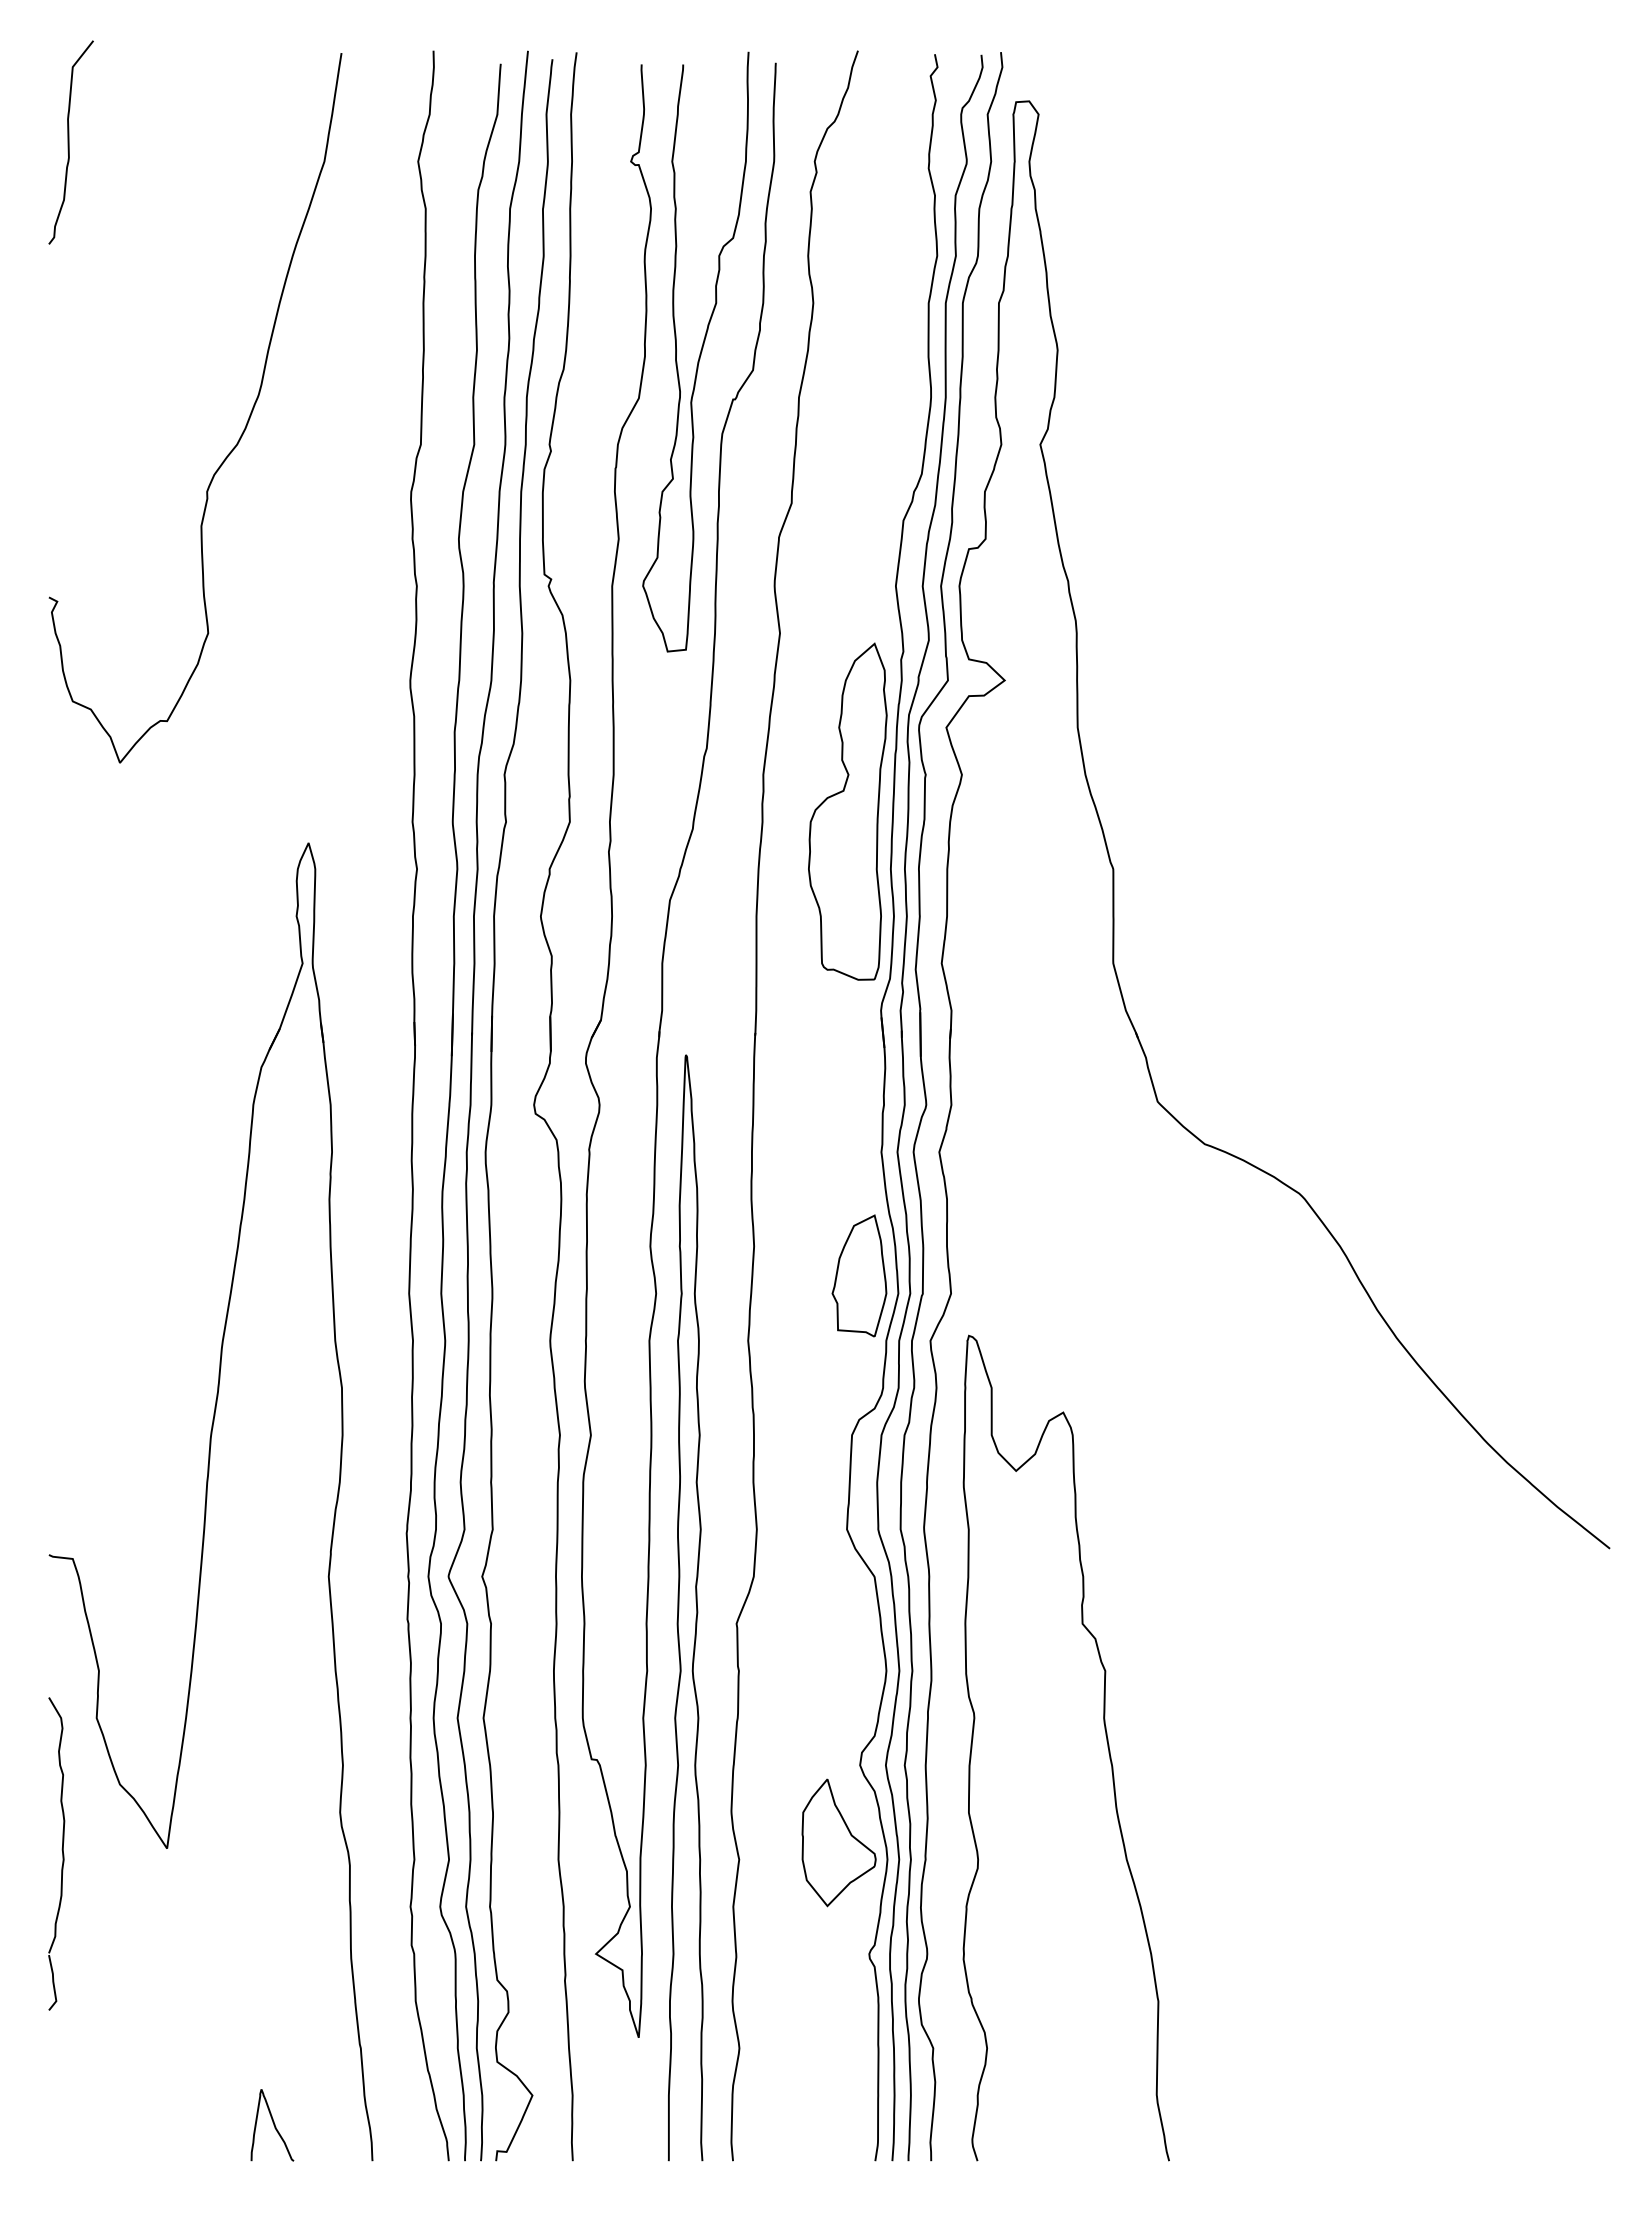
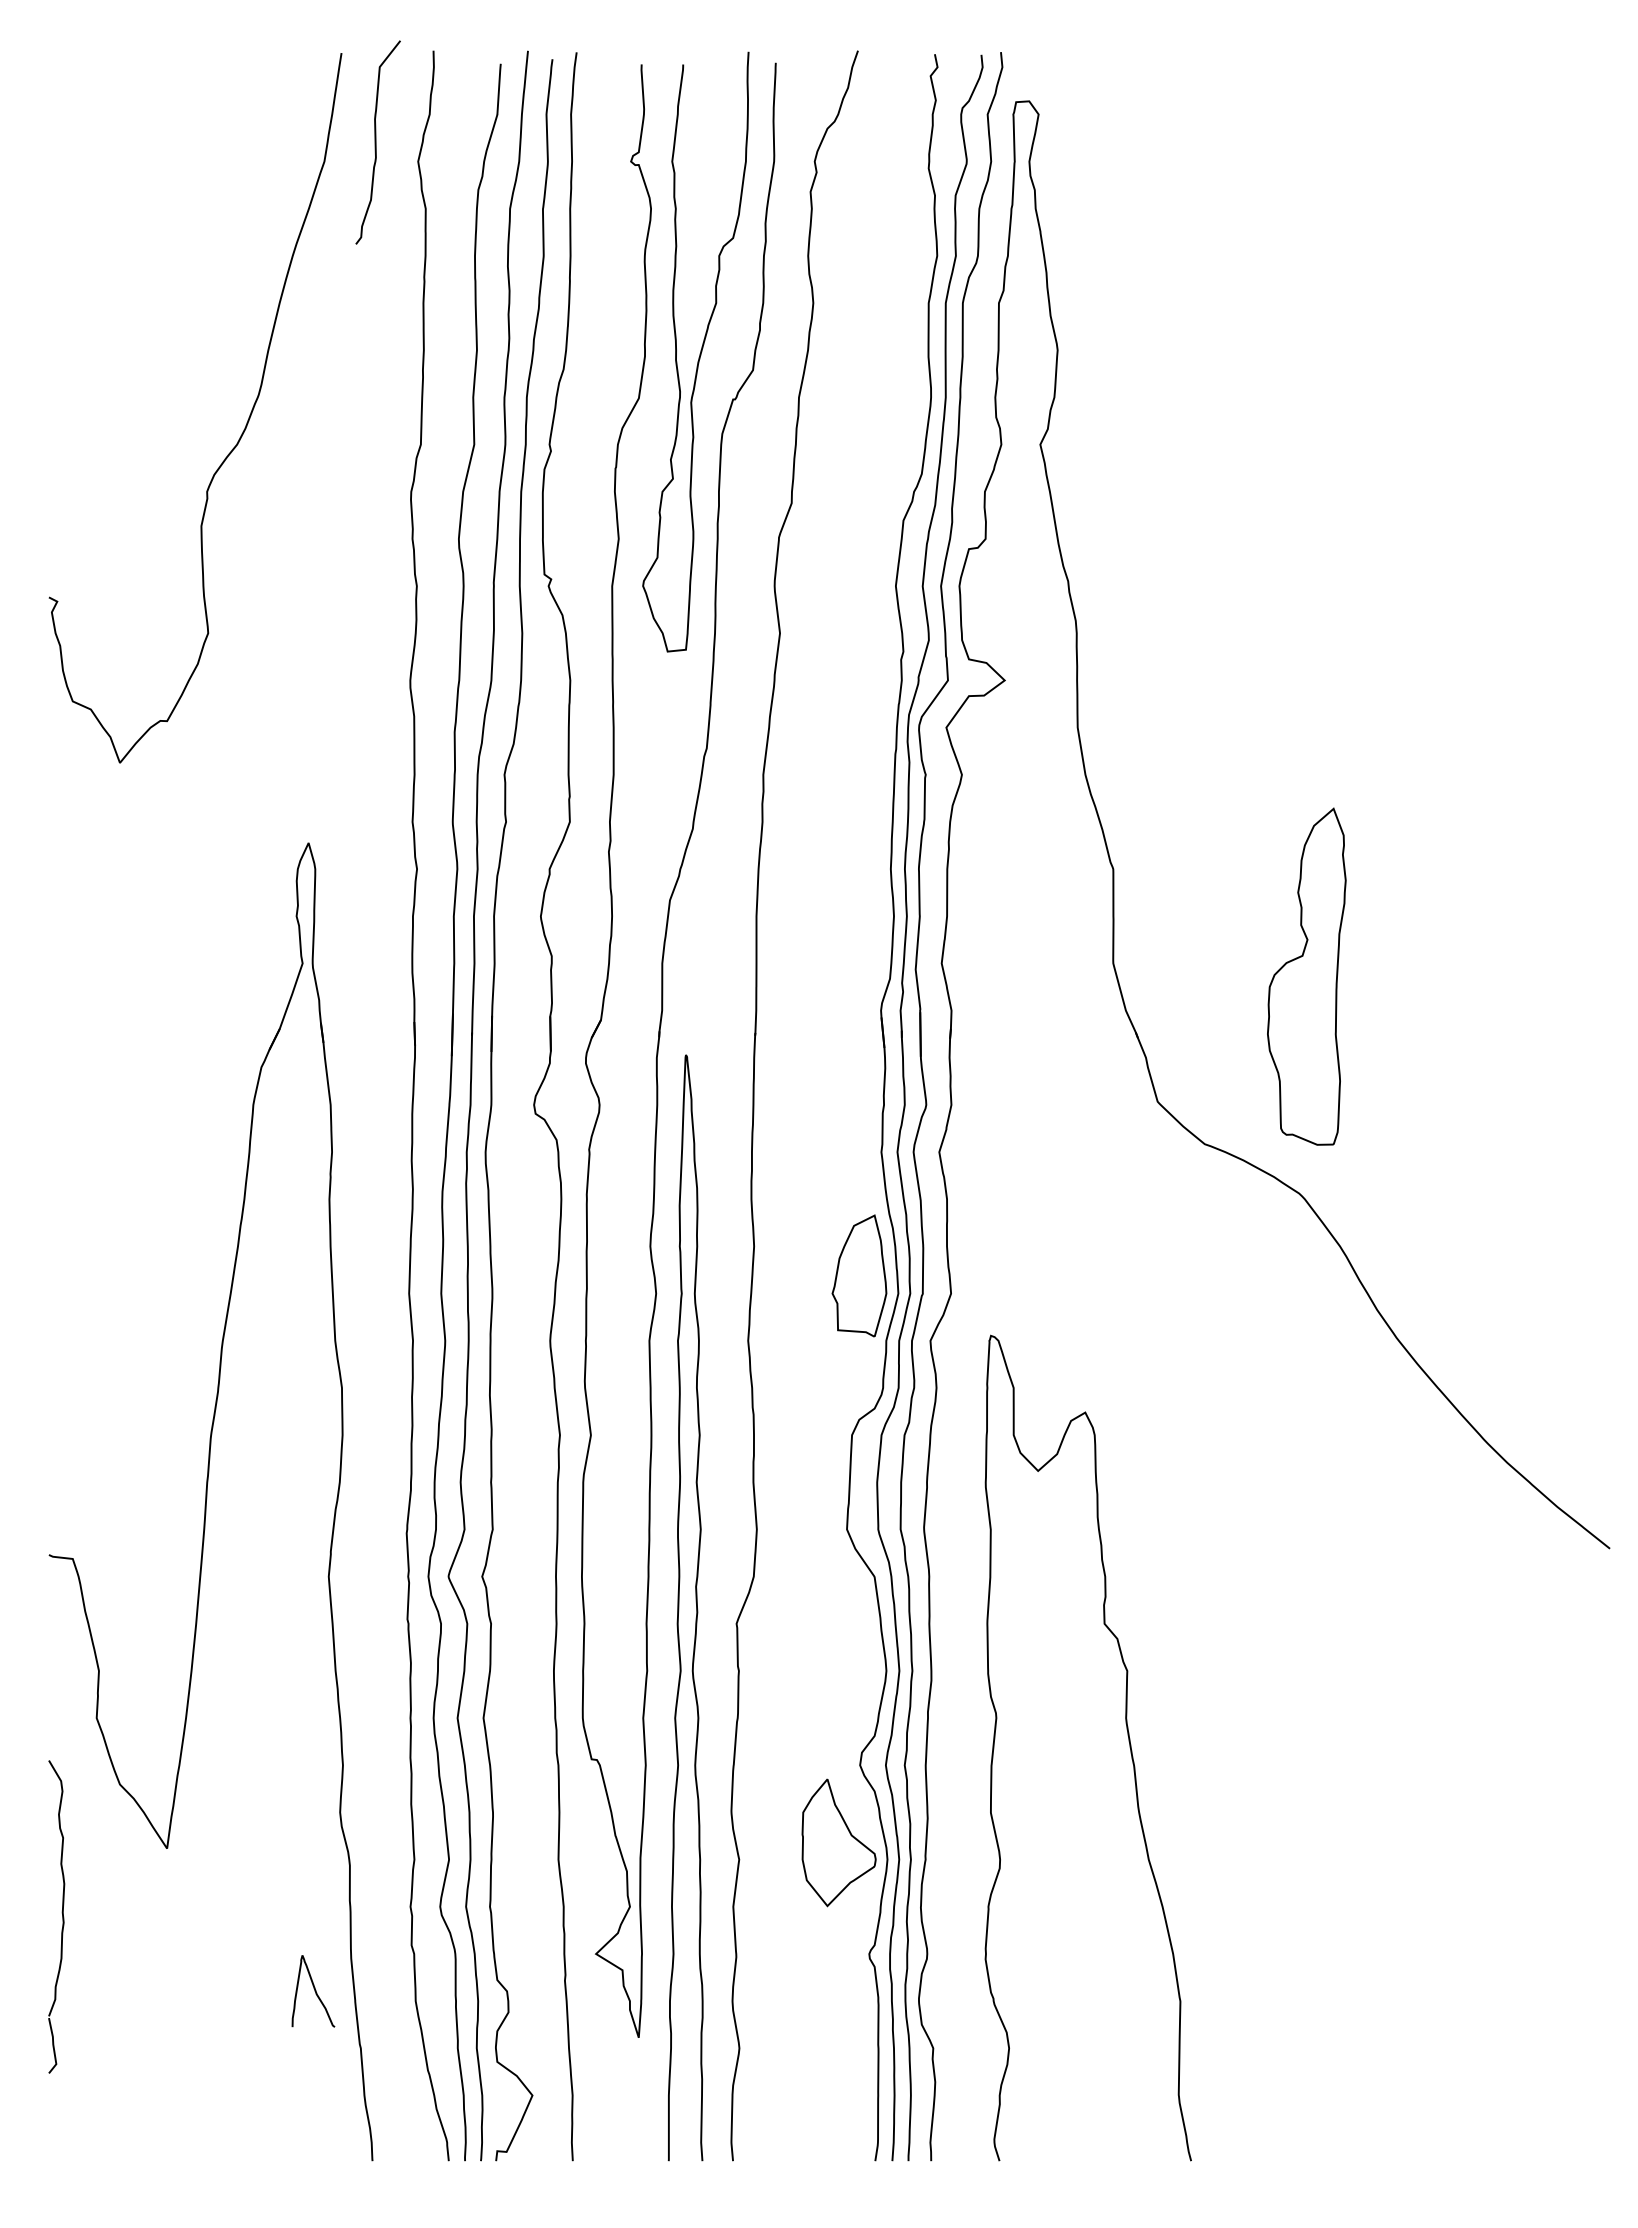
curve at (69, 142) position: (69, 142) -> (376, 142)
part at (847, 811) position: (847, 811) -> (1306, 976)
curve at (1106, 1741) position: (1106, 1741) -> (1128, 1741)
part at (56, 1853) position: (56, 1853) -> (56, 1916)
curve at (273, 2125) position: (273, 2125) -> (314, 1991)
